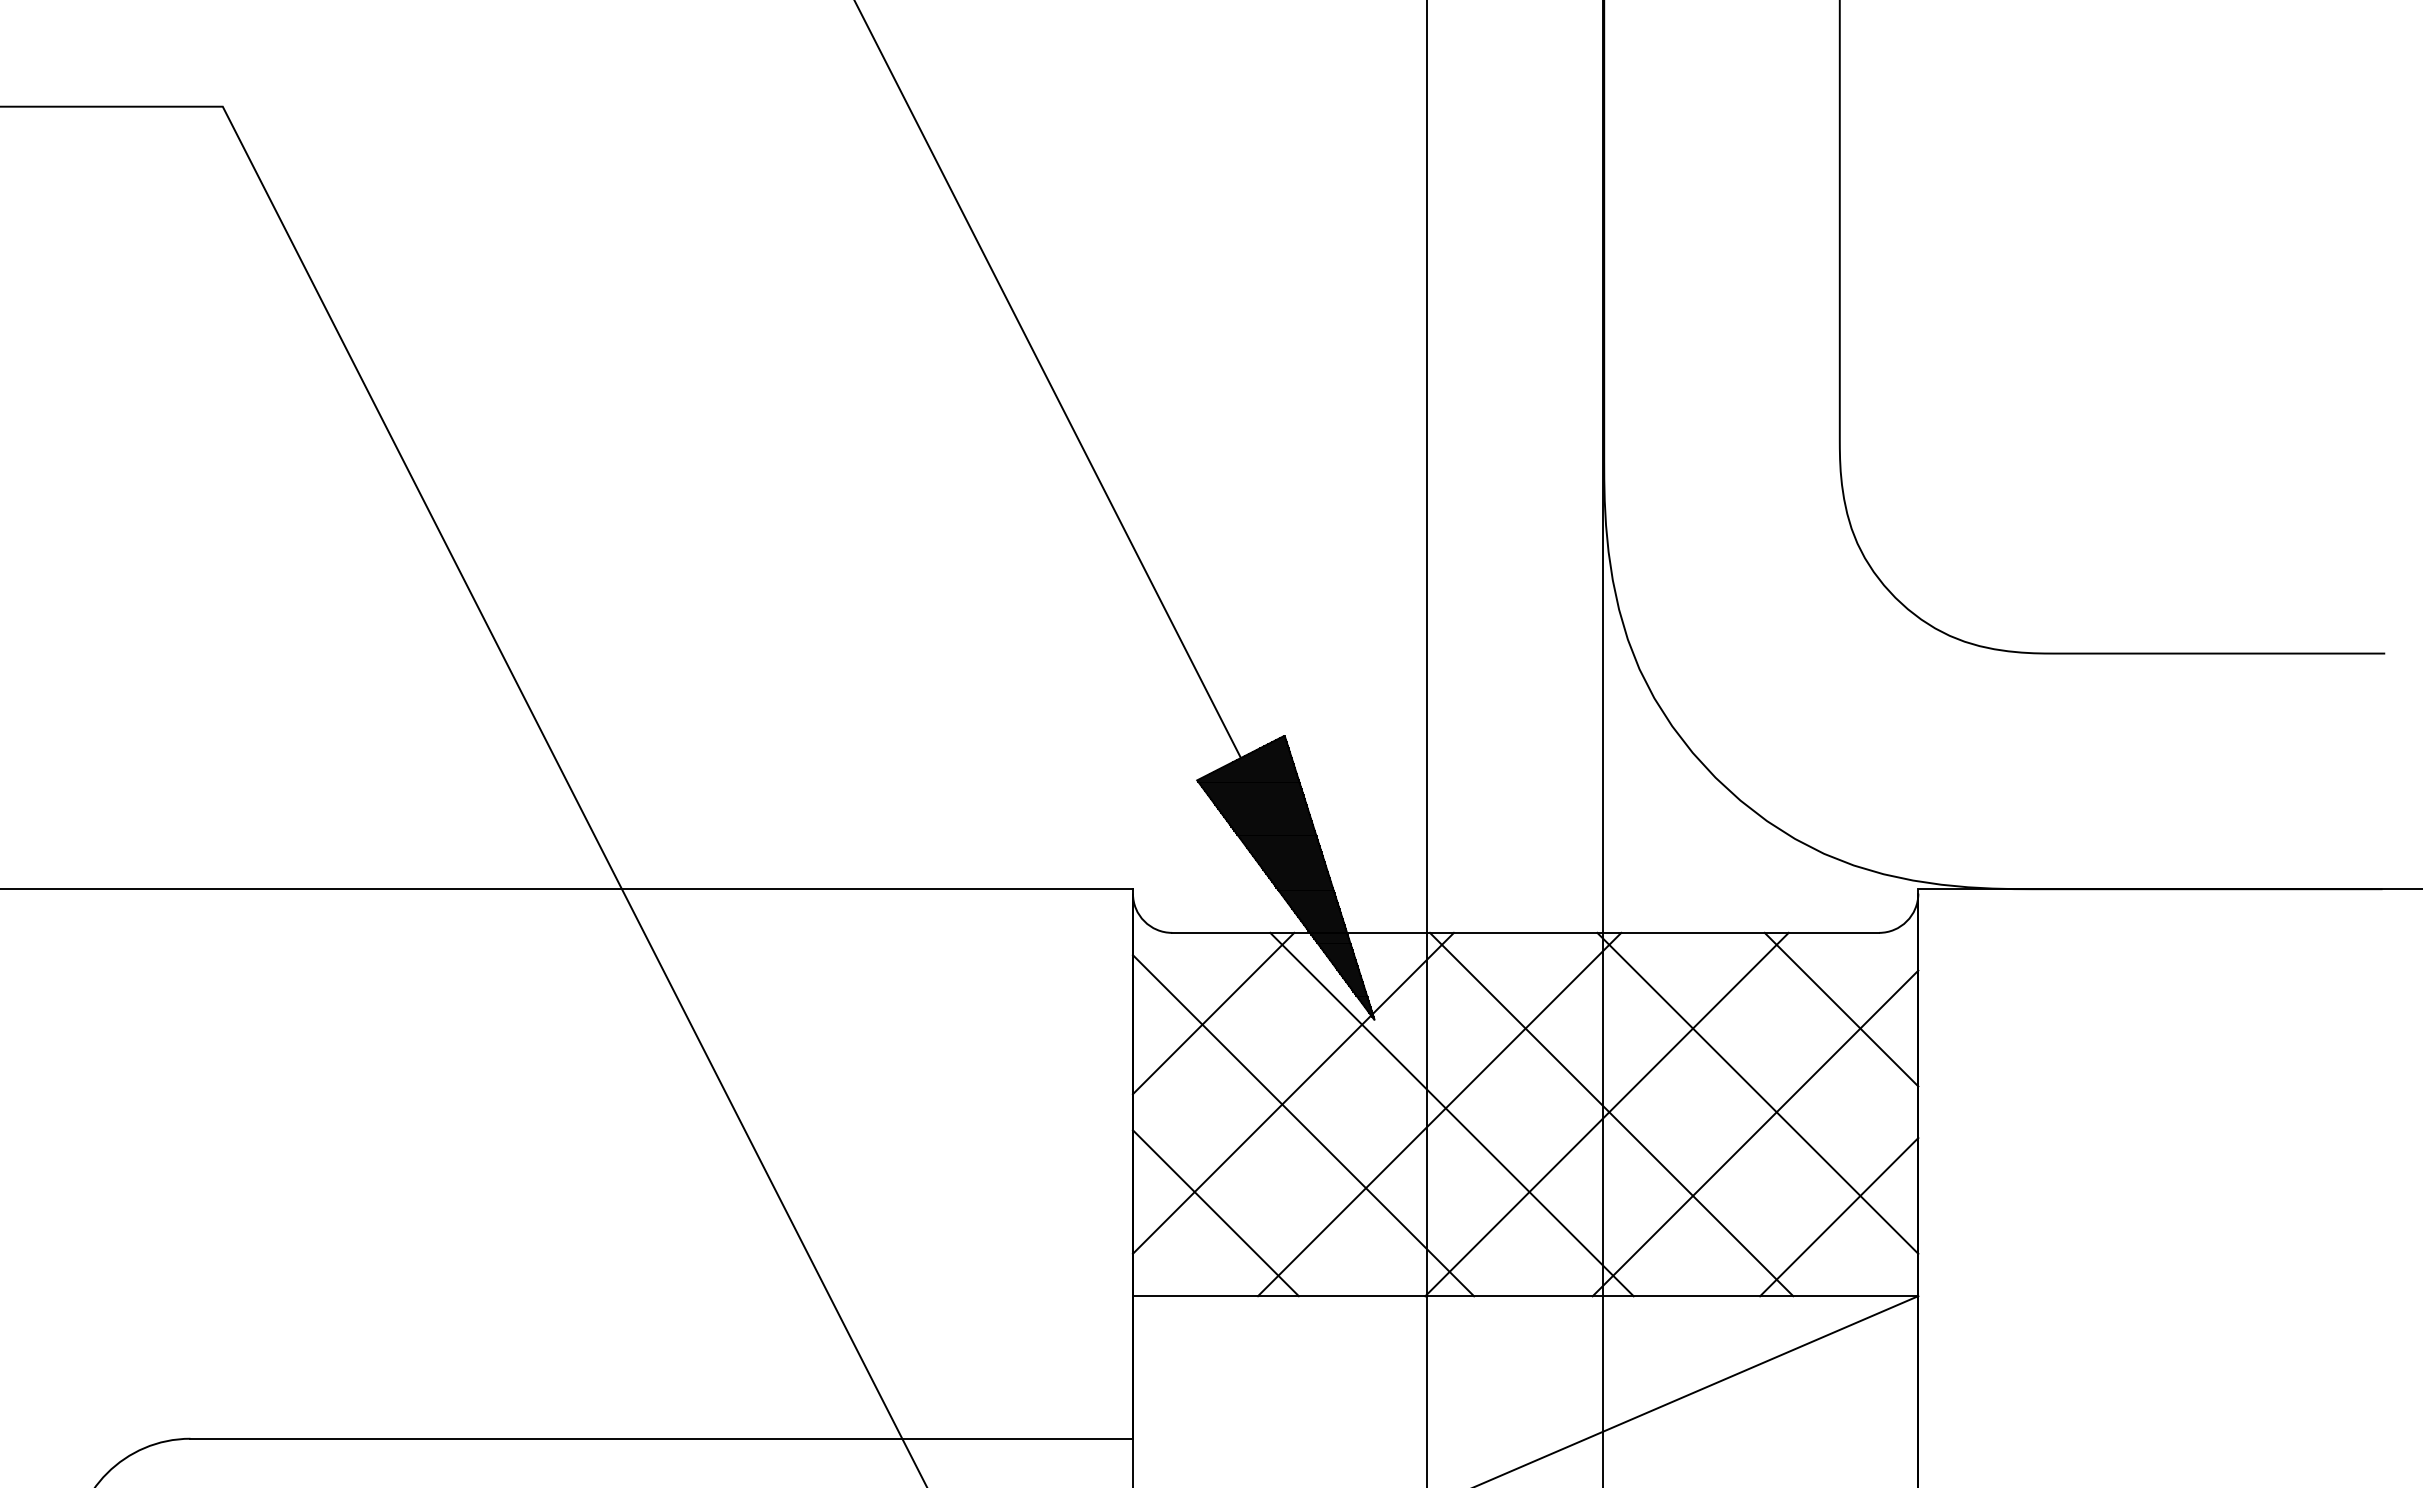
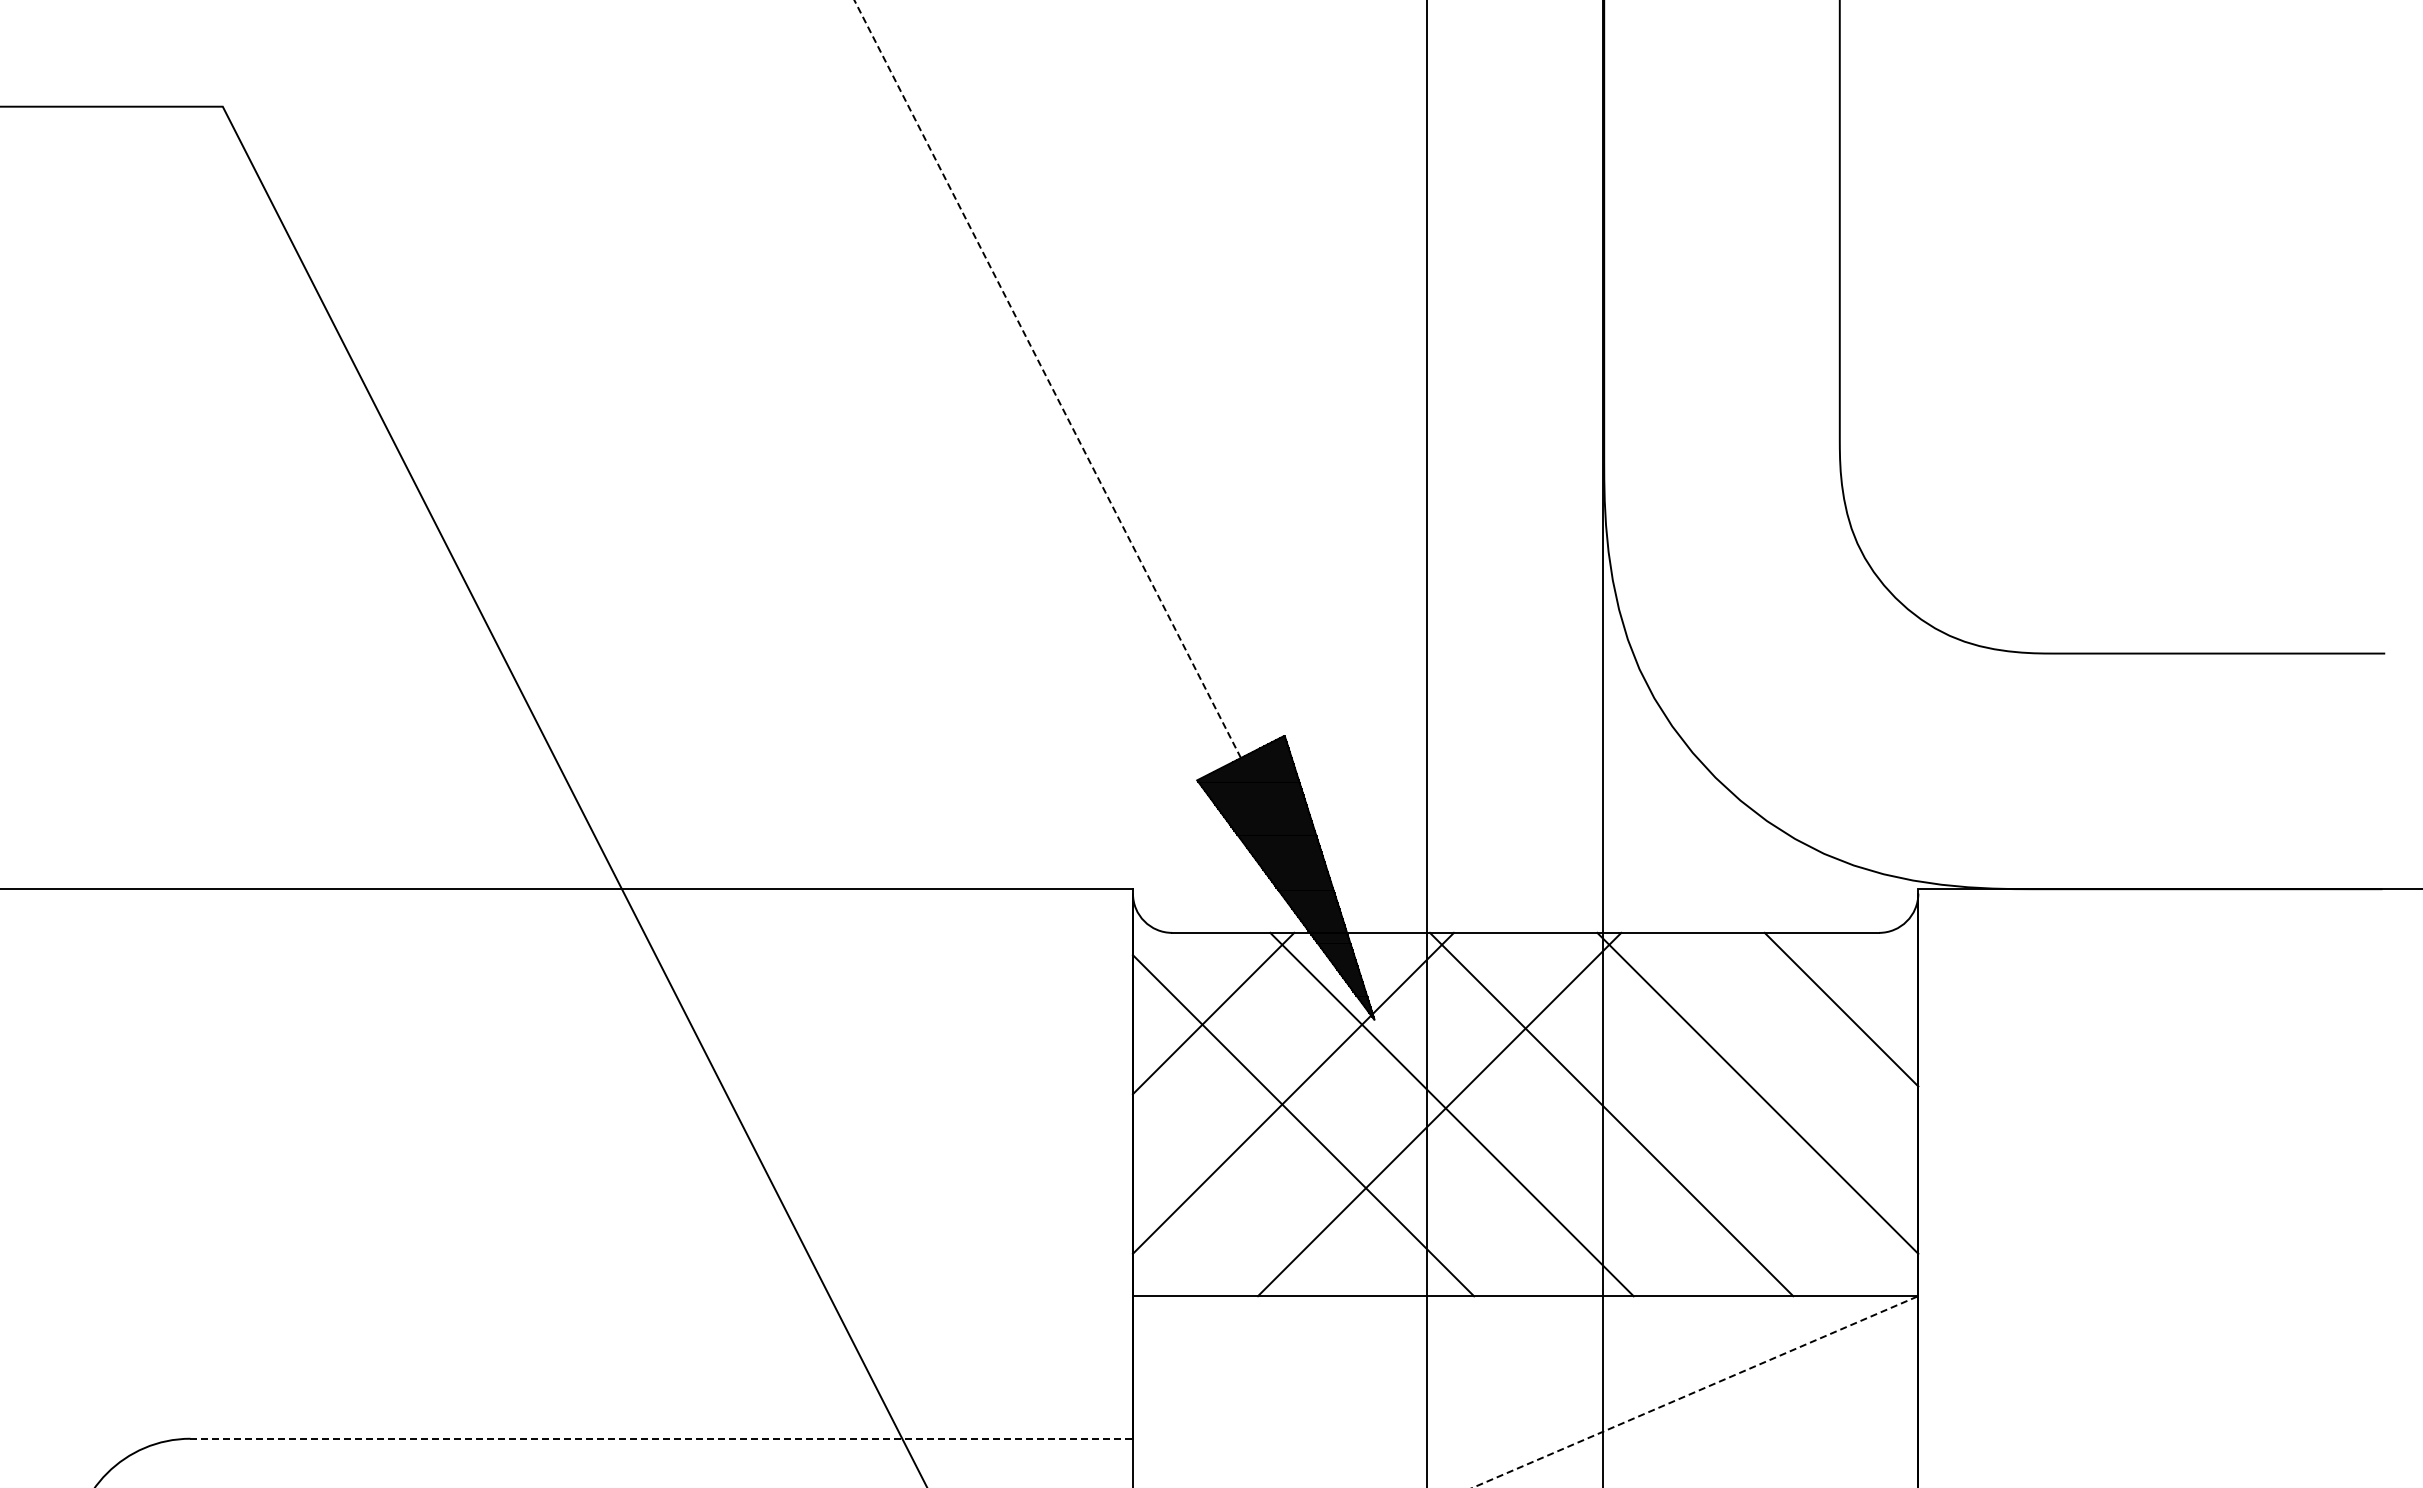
line at (1047, 378): solid -> dashed
line at (1606, 1114): present -> none
line at (1755, 1133): present -> none
line at (1215, 1213): present -> none
line at (1839, 1217): present -> none
line at (1696, 1391): solid -> dashed
line at (662, 1438): solid -> dashed
